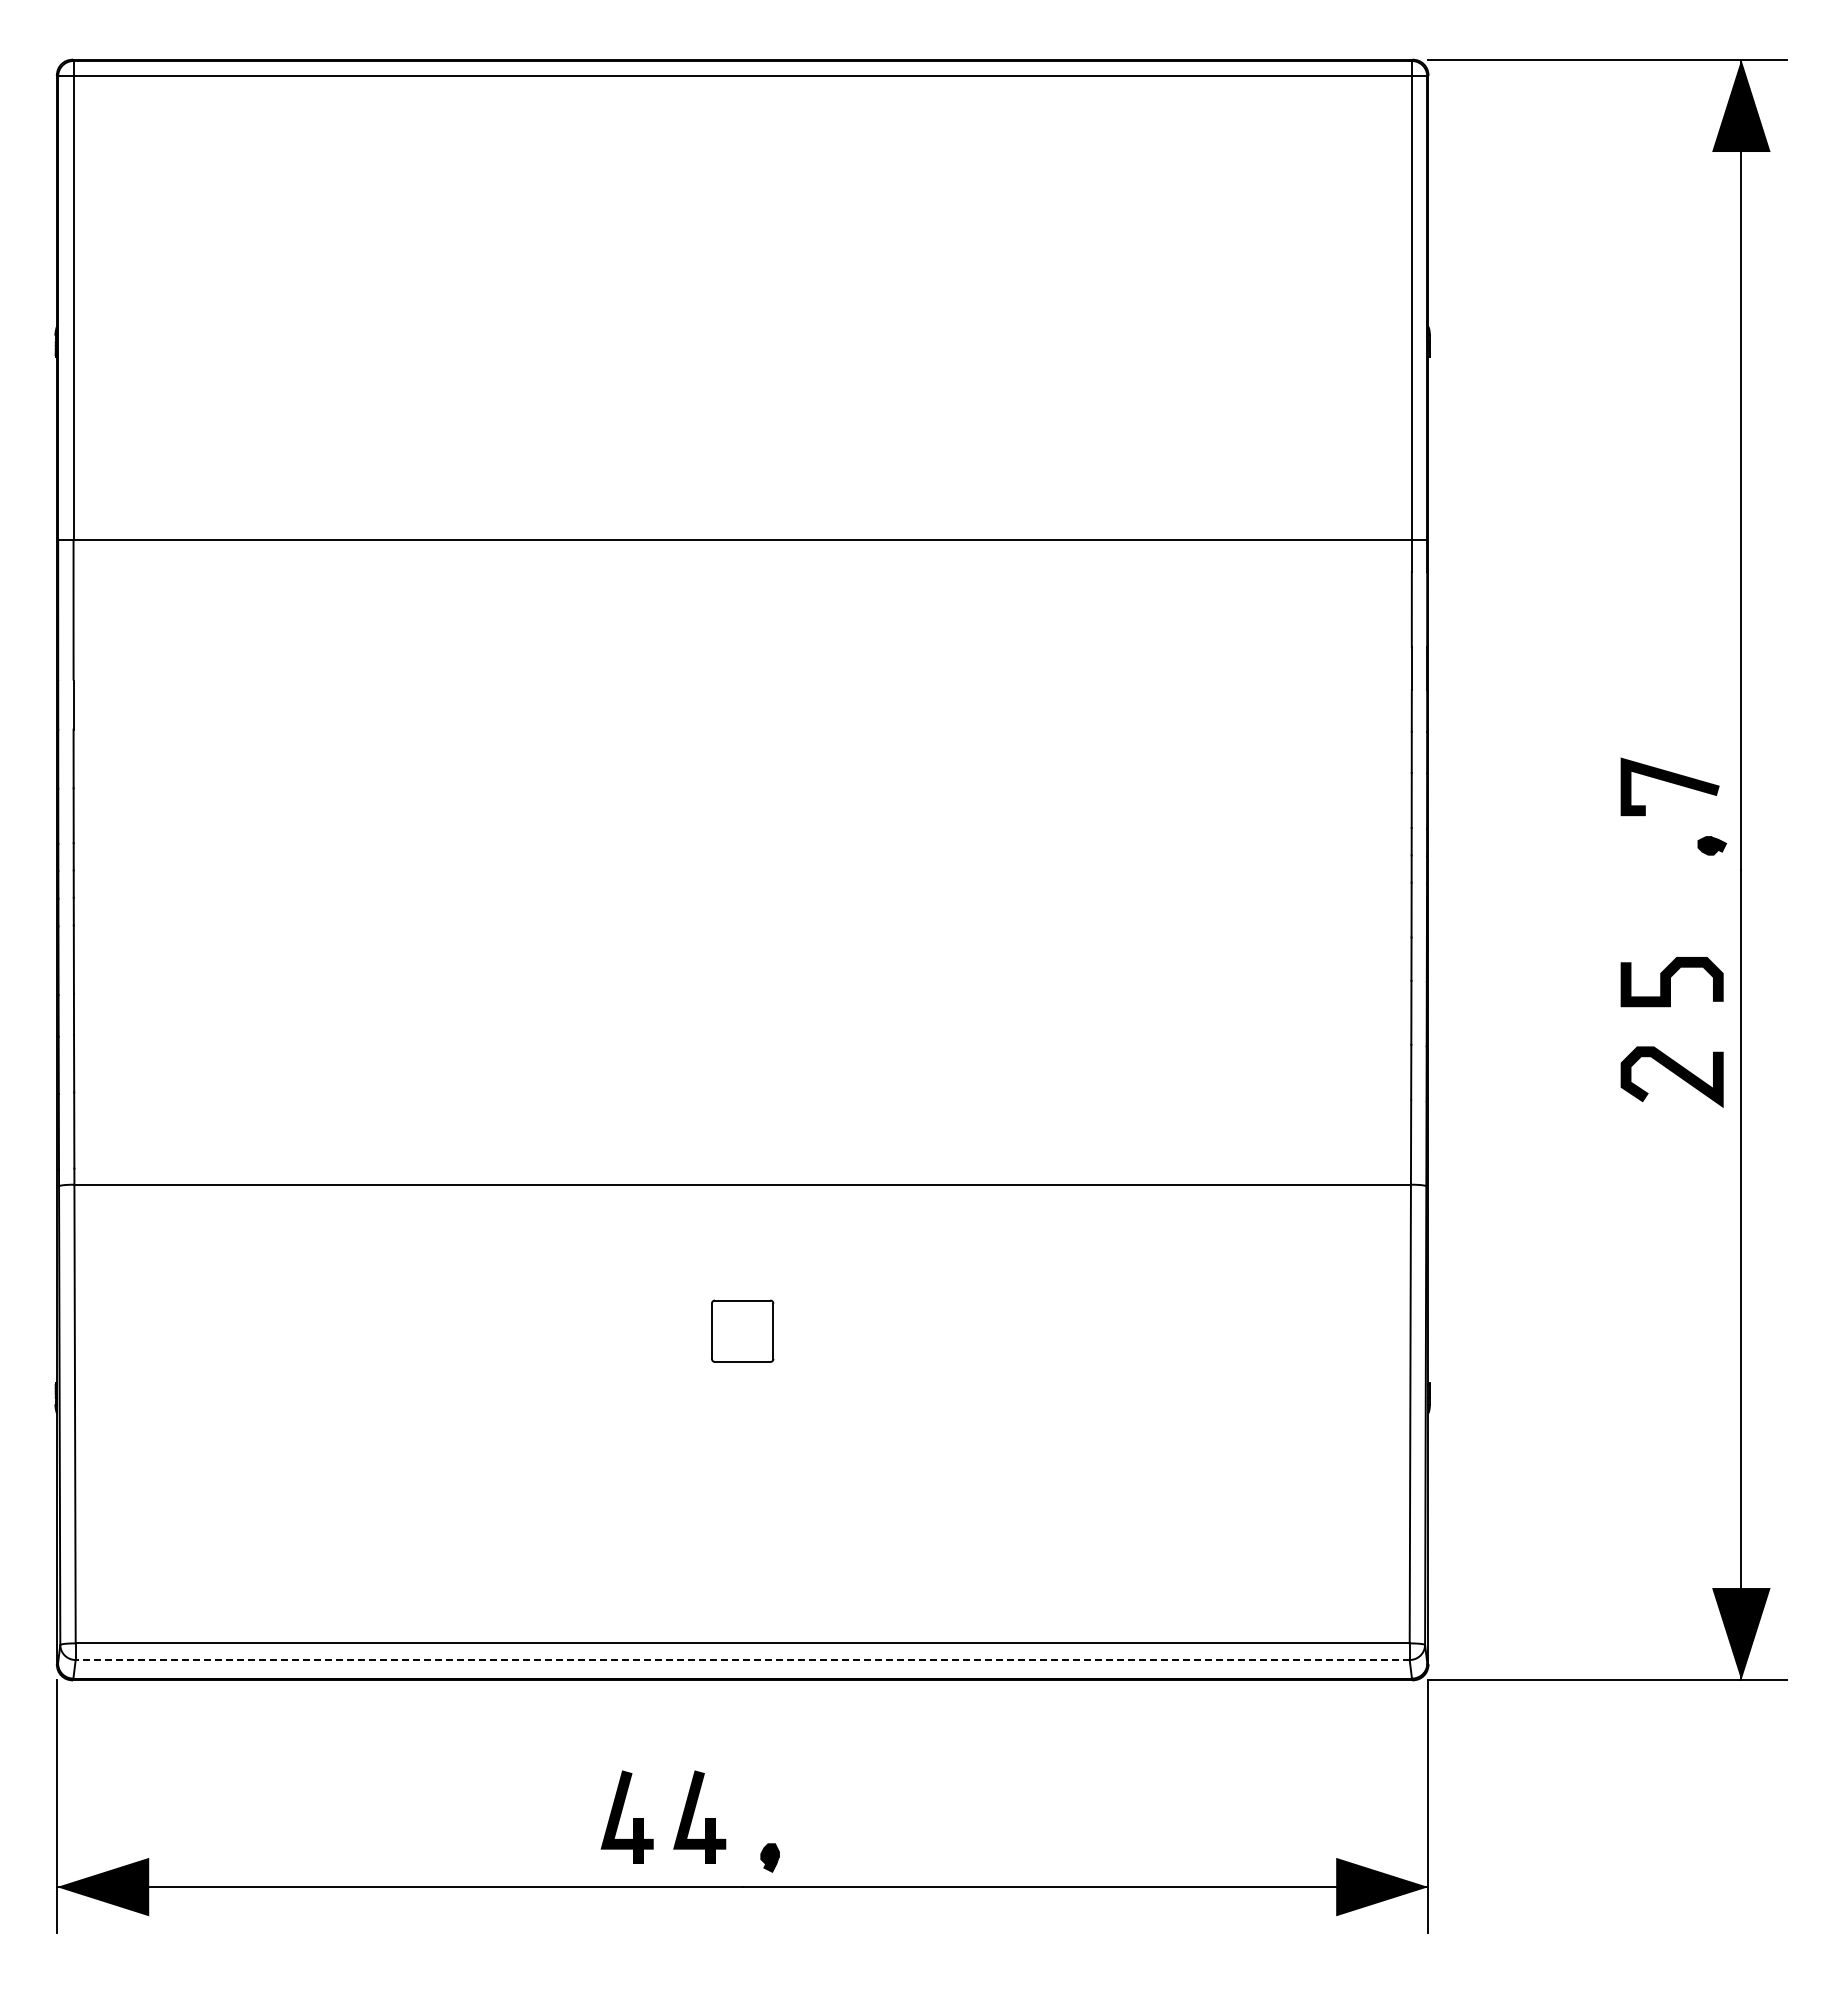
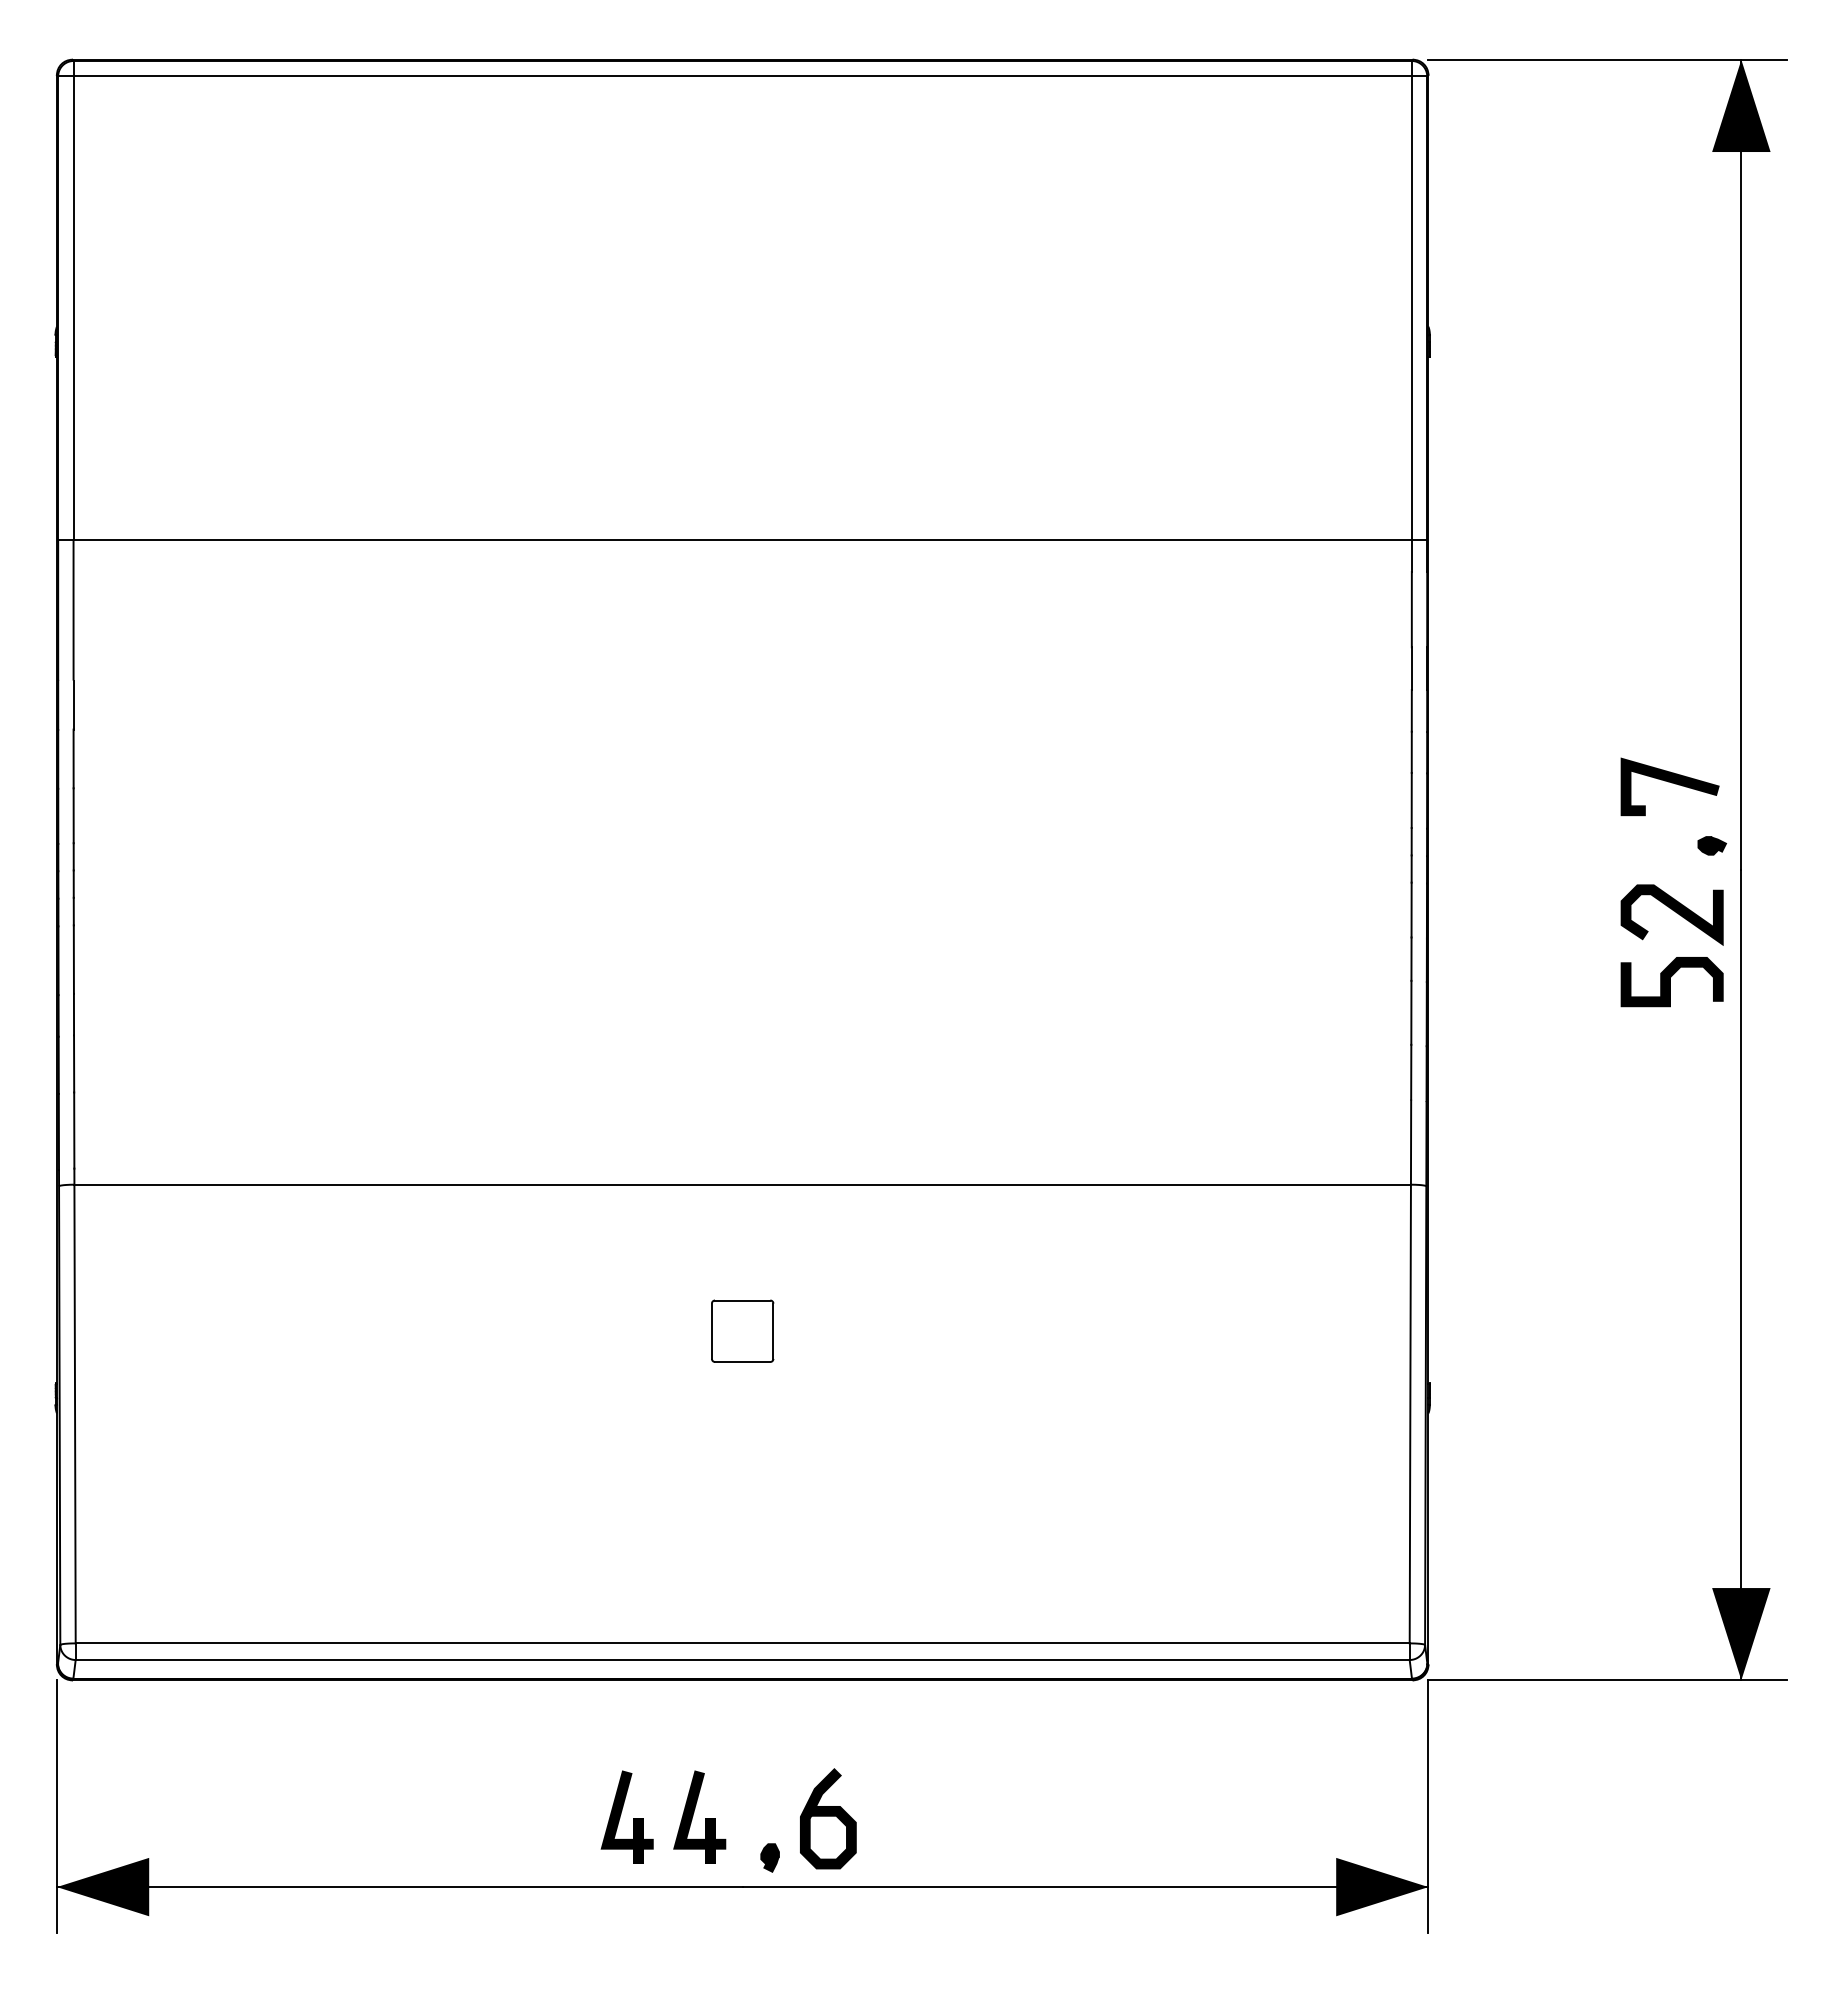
curve at (1673, 1073) position: (1673, 1073) -> (1673, 911)
line at (742, 1660): dashed -> solid
curve at (828, 1816): none -> present
